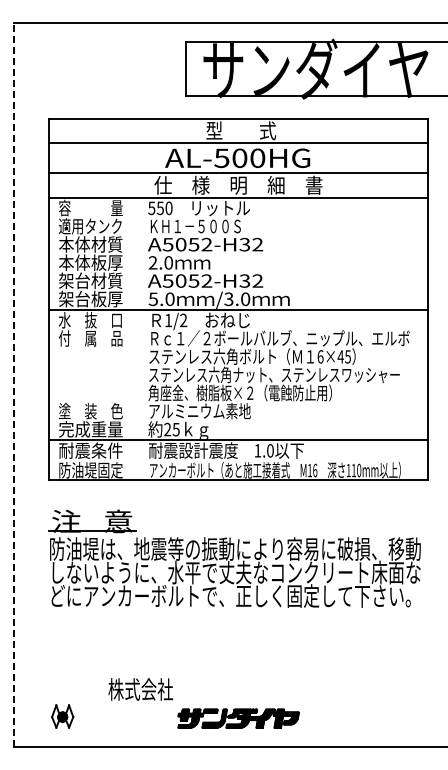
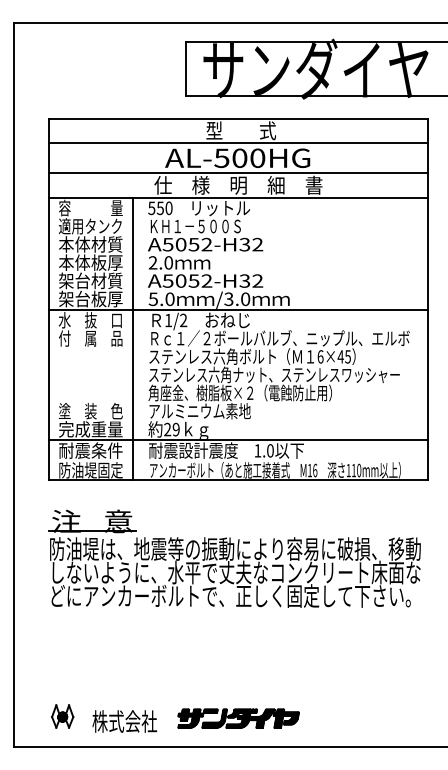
line at (132, 338): none -> present
line at (13, 384): dashed -> solid
text at (175, 429): 25 -> 29
text at (140, 689) position: (140, 689) -> (124, 721)
